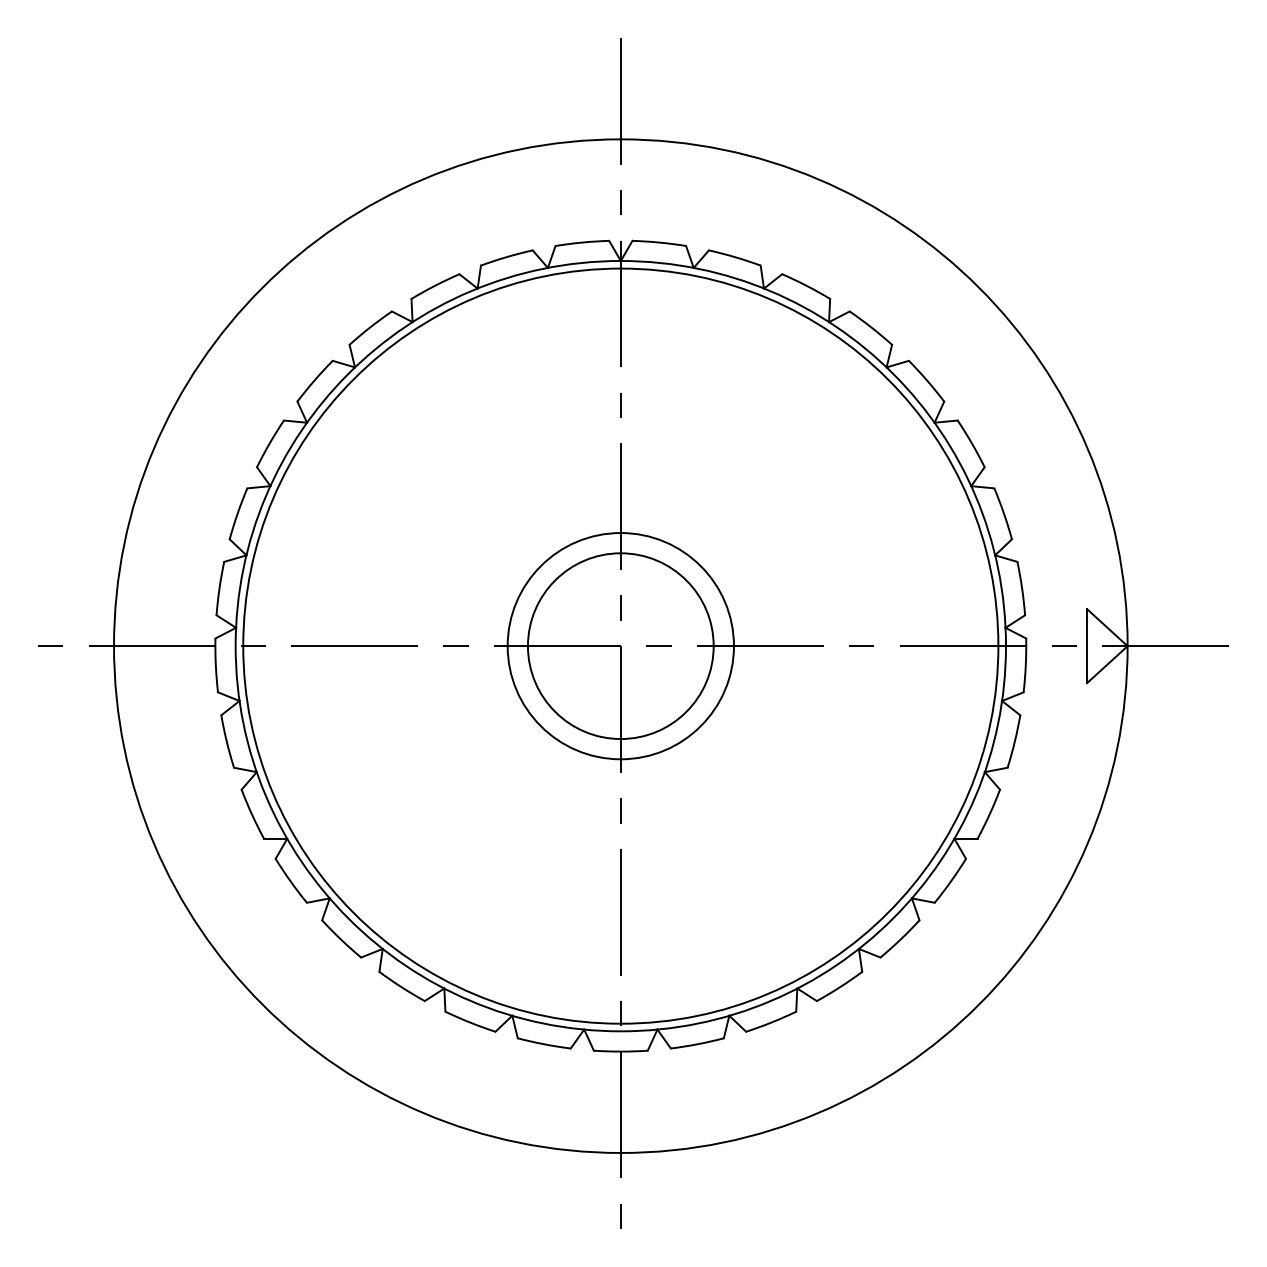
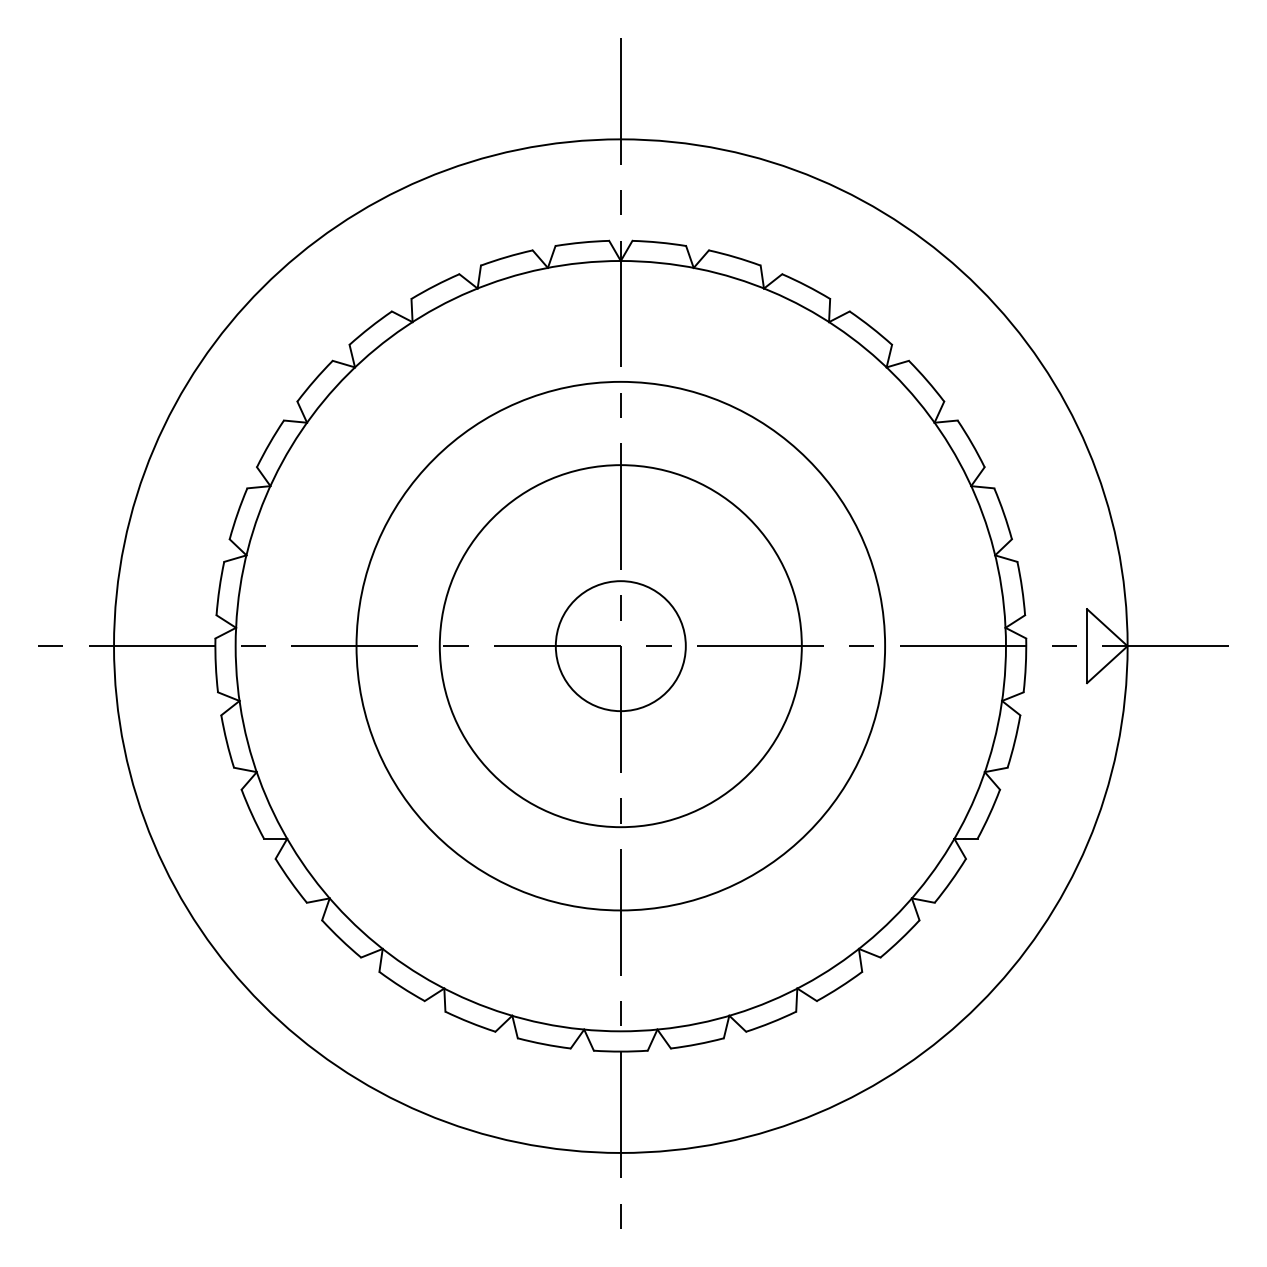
circle at (620, 645) diameter: 755 px -> 529 px
circle at (620, 646) diameter: 186 px -> 130 px
circle at (620, 646) diameter: 226 px -> 362 px
